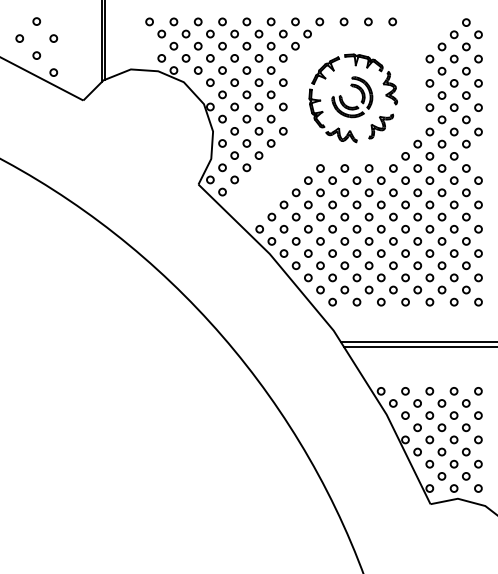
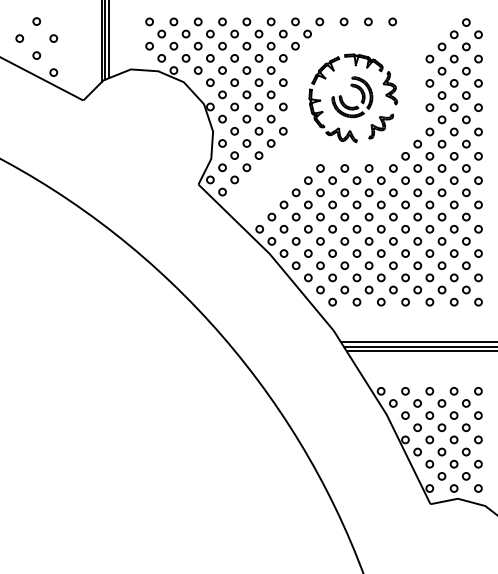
line at (109, 40): none -> present
circle at (149, 45): none -> present
circle at (478, 156): none -> present
line at (420, 351): none -> present
